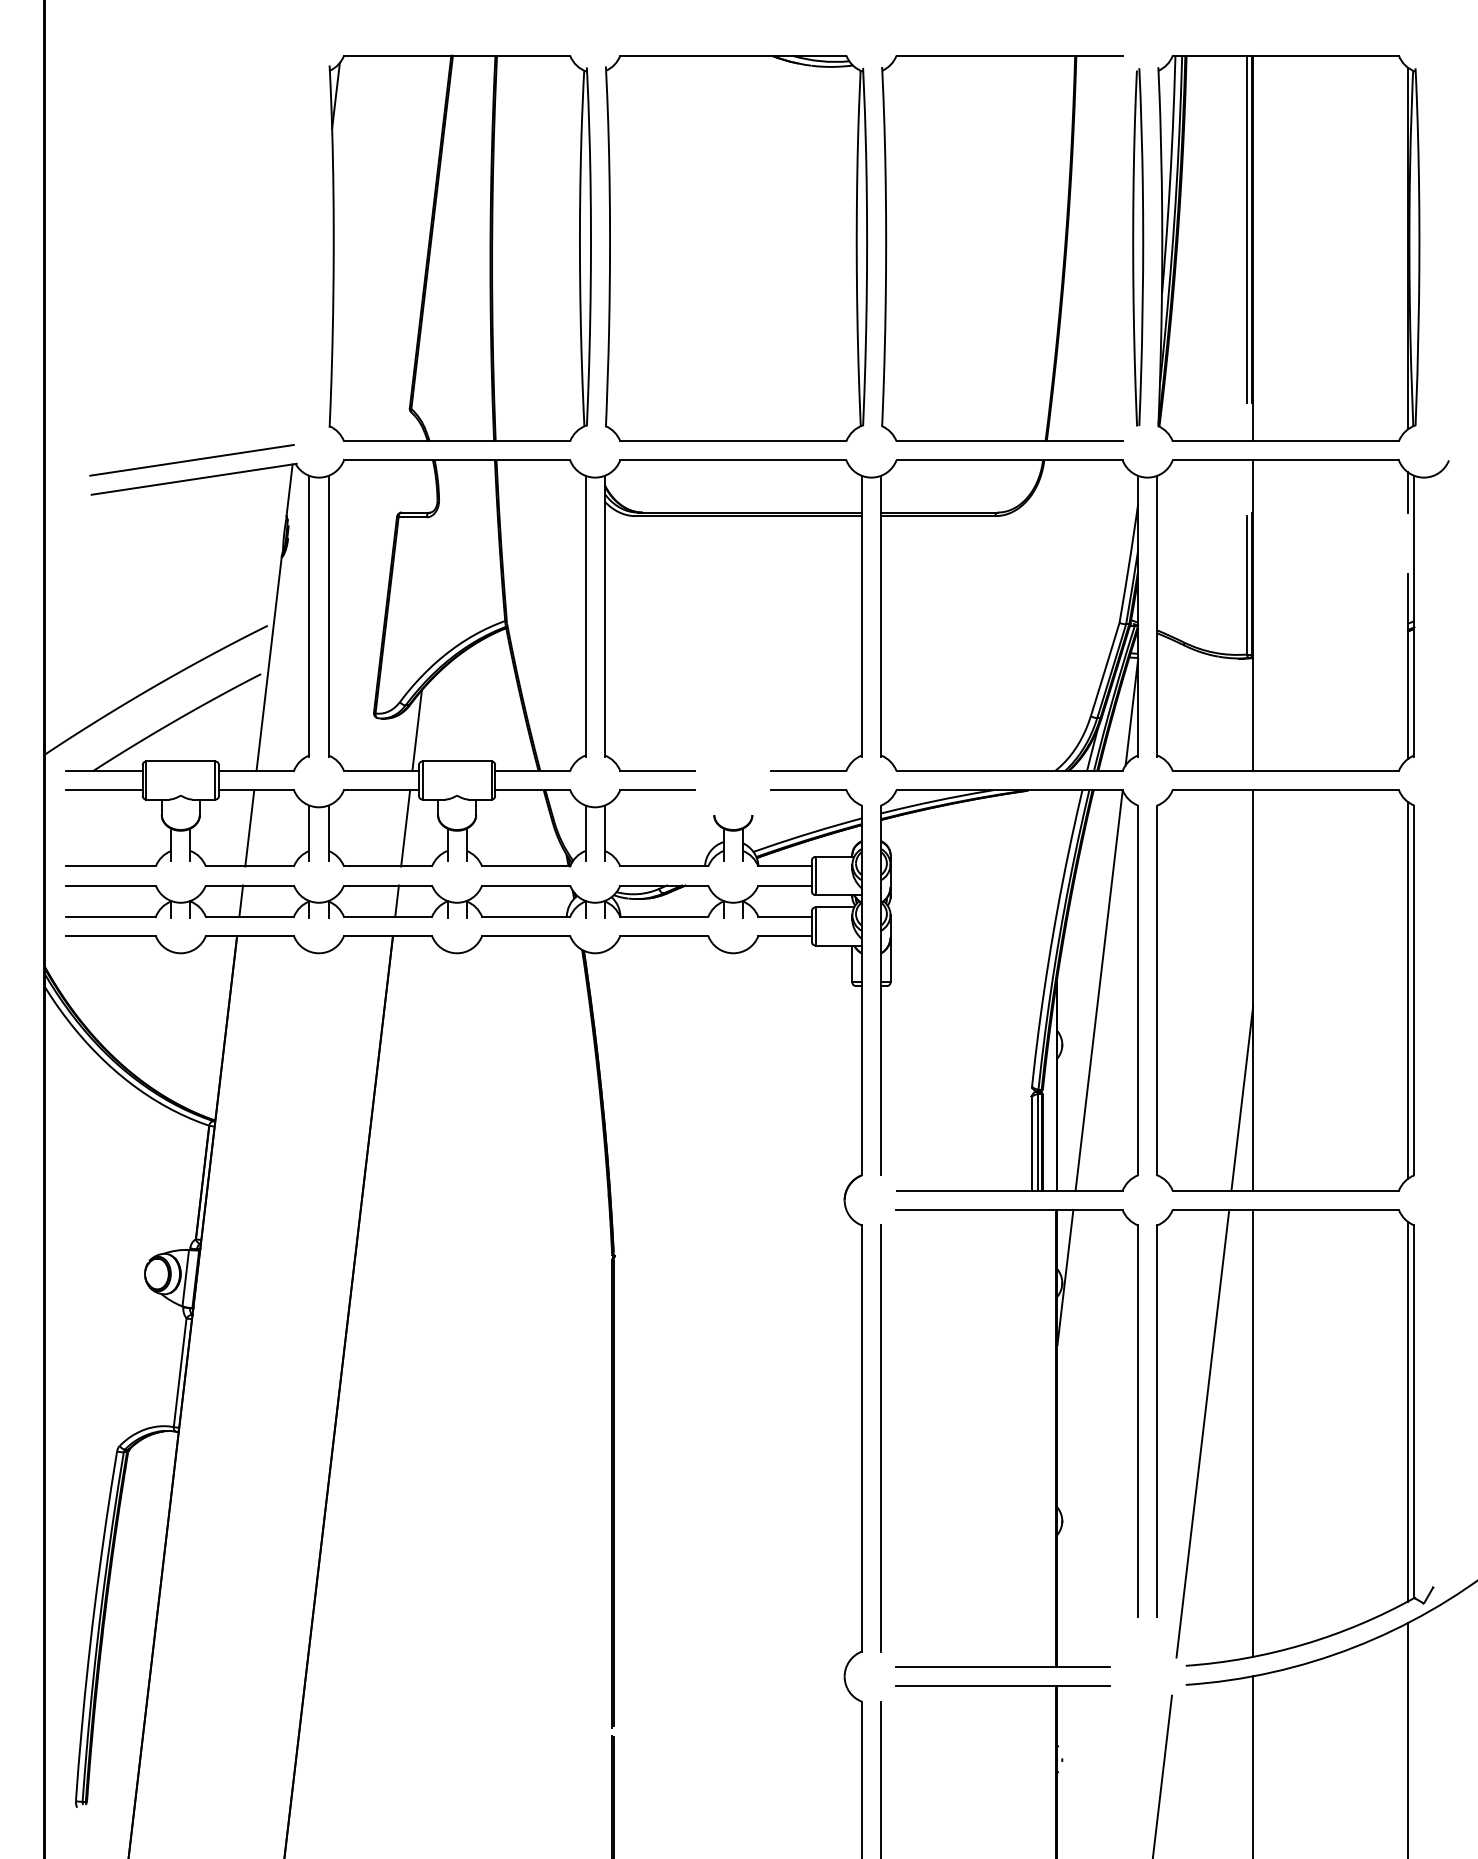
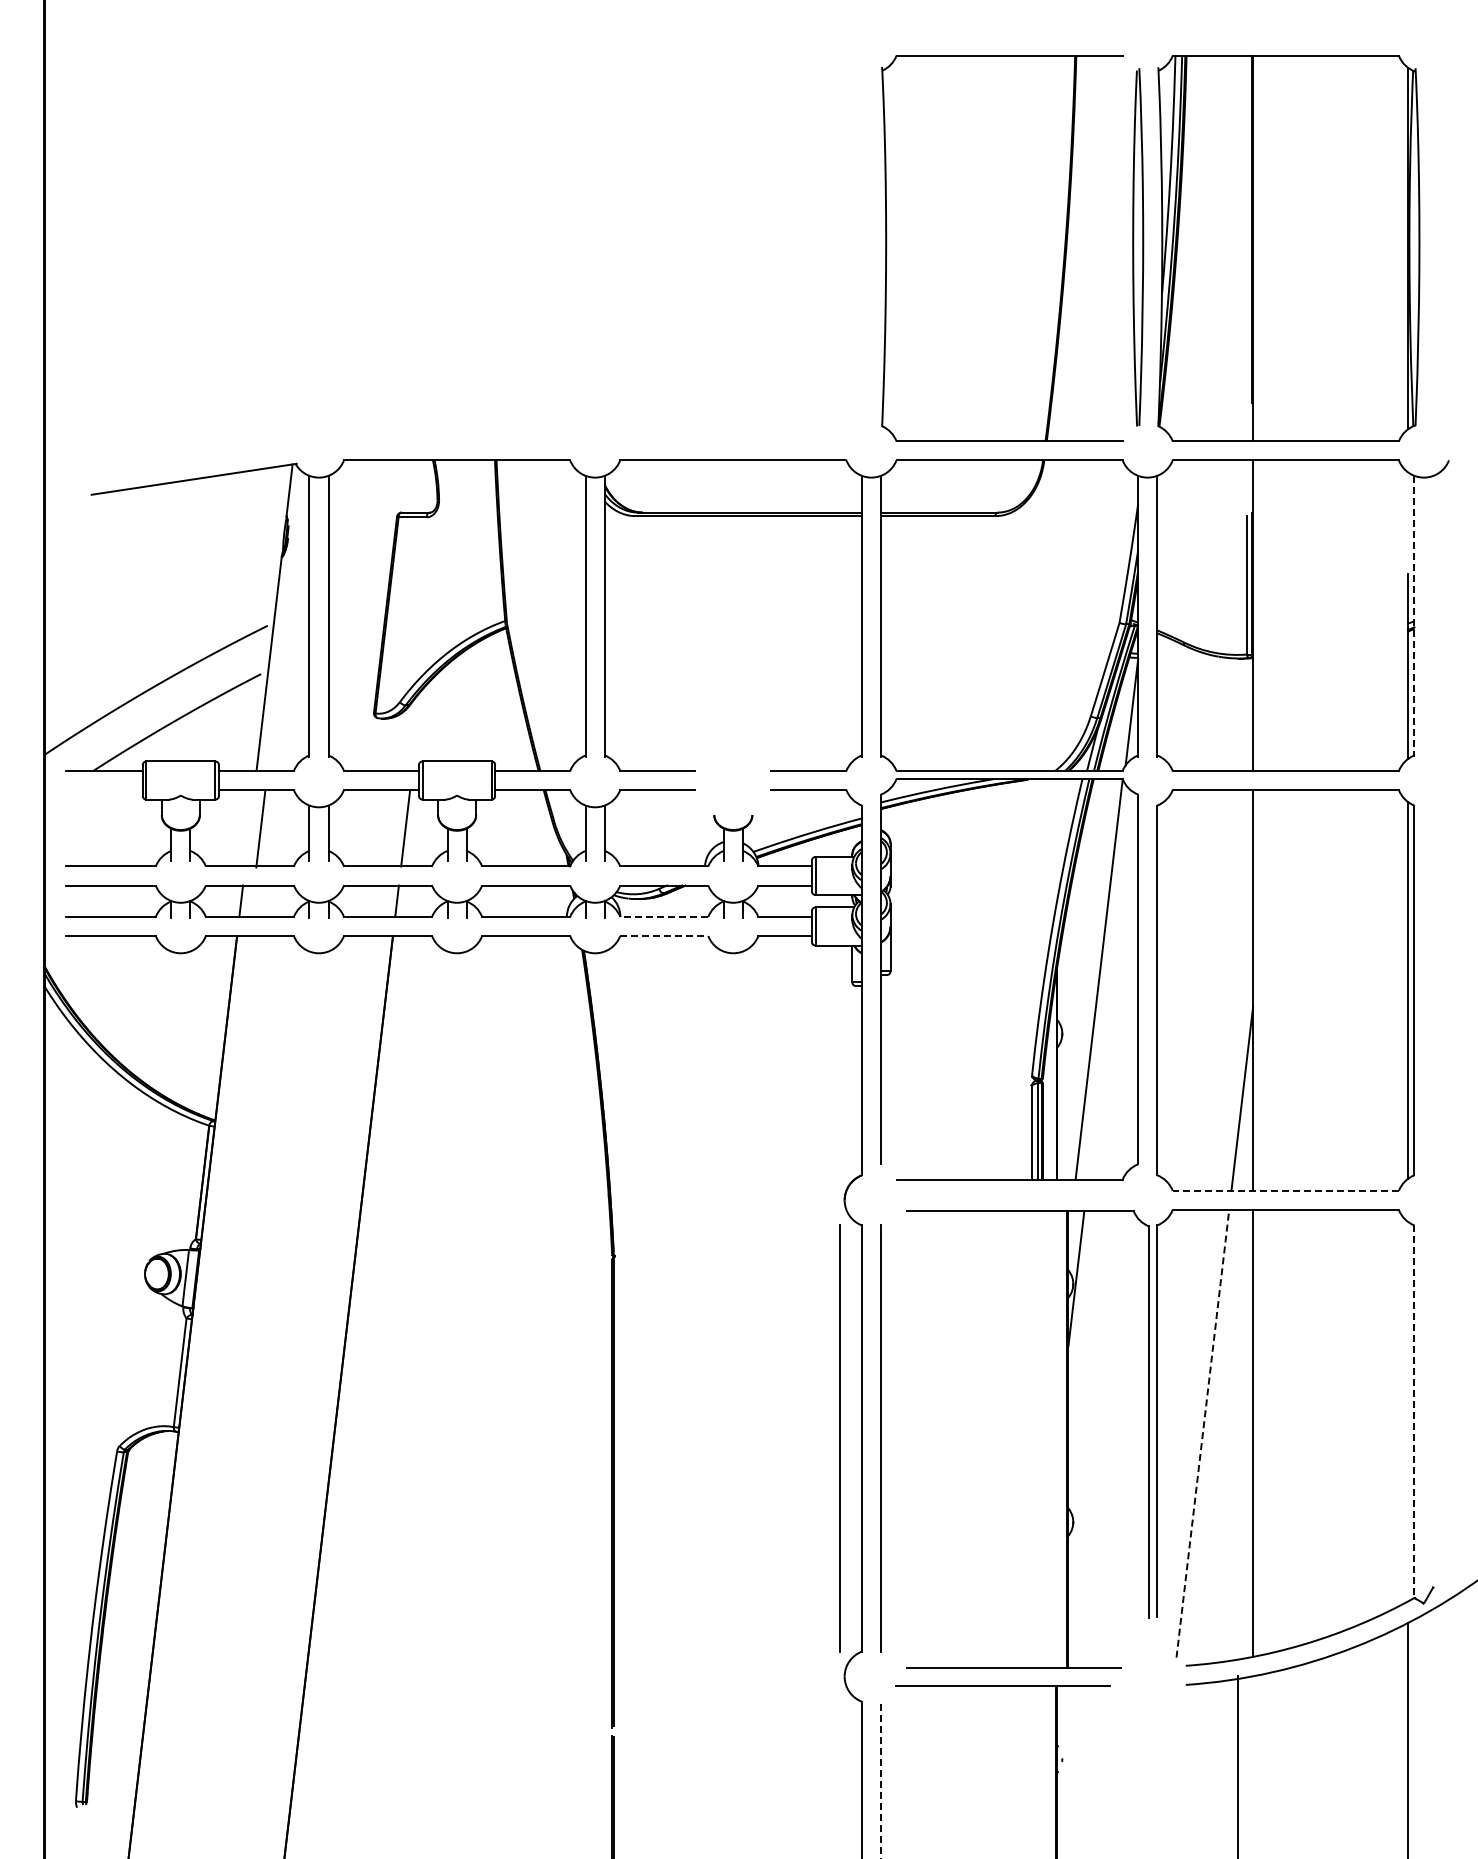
line at (1247, 228): present -> none
part at (459, 247): present -> none
part at (736, 248): present -> none
line at (191, 459): present -> none
line at (1407, 492): present -> none
line at (1414, 616): solid -> dashed
line at (416, 730): present -> none
line at (103, 790): present -> none
line at (249, 828) position: (249, 828) -> (260, 829)
line at (663, 916): solid -> dashed
line at (664, 936): solid -> dashed
part at (1042, 993) position: (1042, 993) -> (1042, 982)
line at (1285, 1190): solid -> dashed
line at (1407, 1411): present -> none
line at (1414, 1412): solid -> dashed
line at (1202, 1433): solid -> dashed
line at (839, 1438): none -> present
part at (1055, 1438) position: (1055, 1438) -> (1066, 1439)
line at (1253, 1765) position: (1253, 1765) -> (1238, 1765)
line at (1162, 1775): present -> none
line at (880, 1779): solid -> dashed
